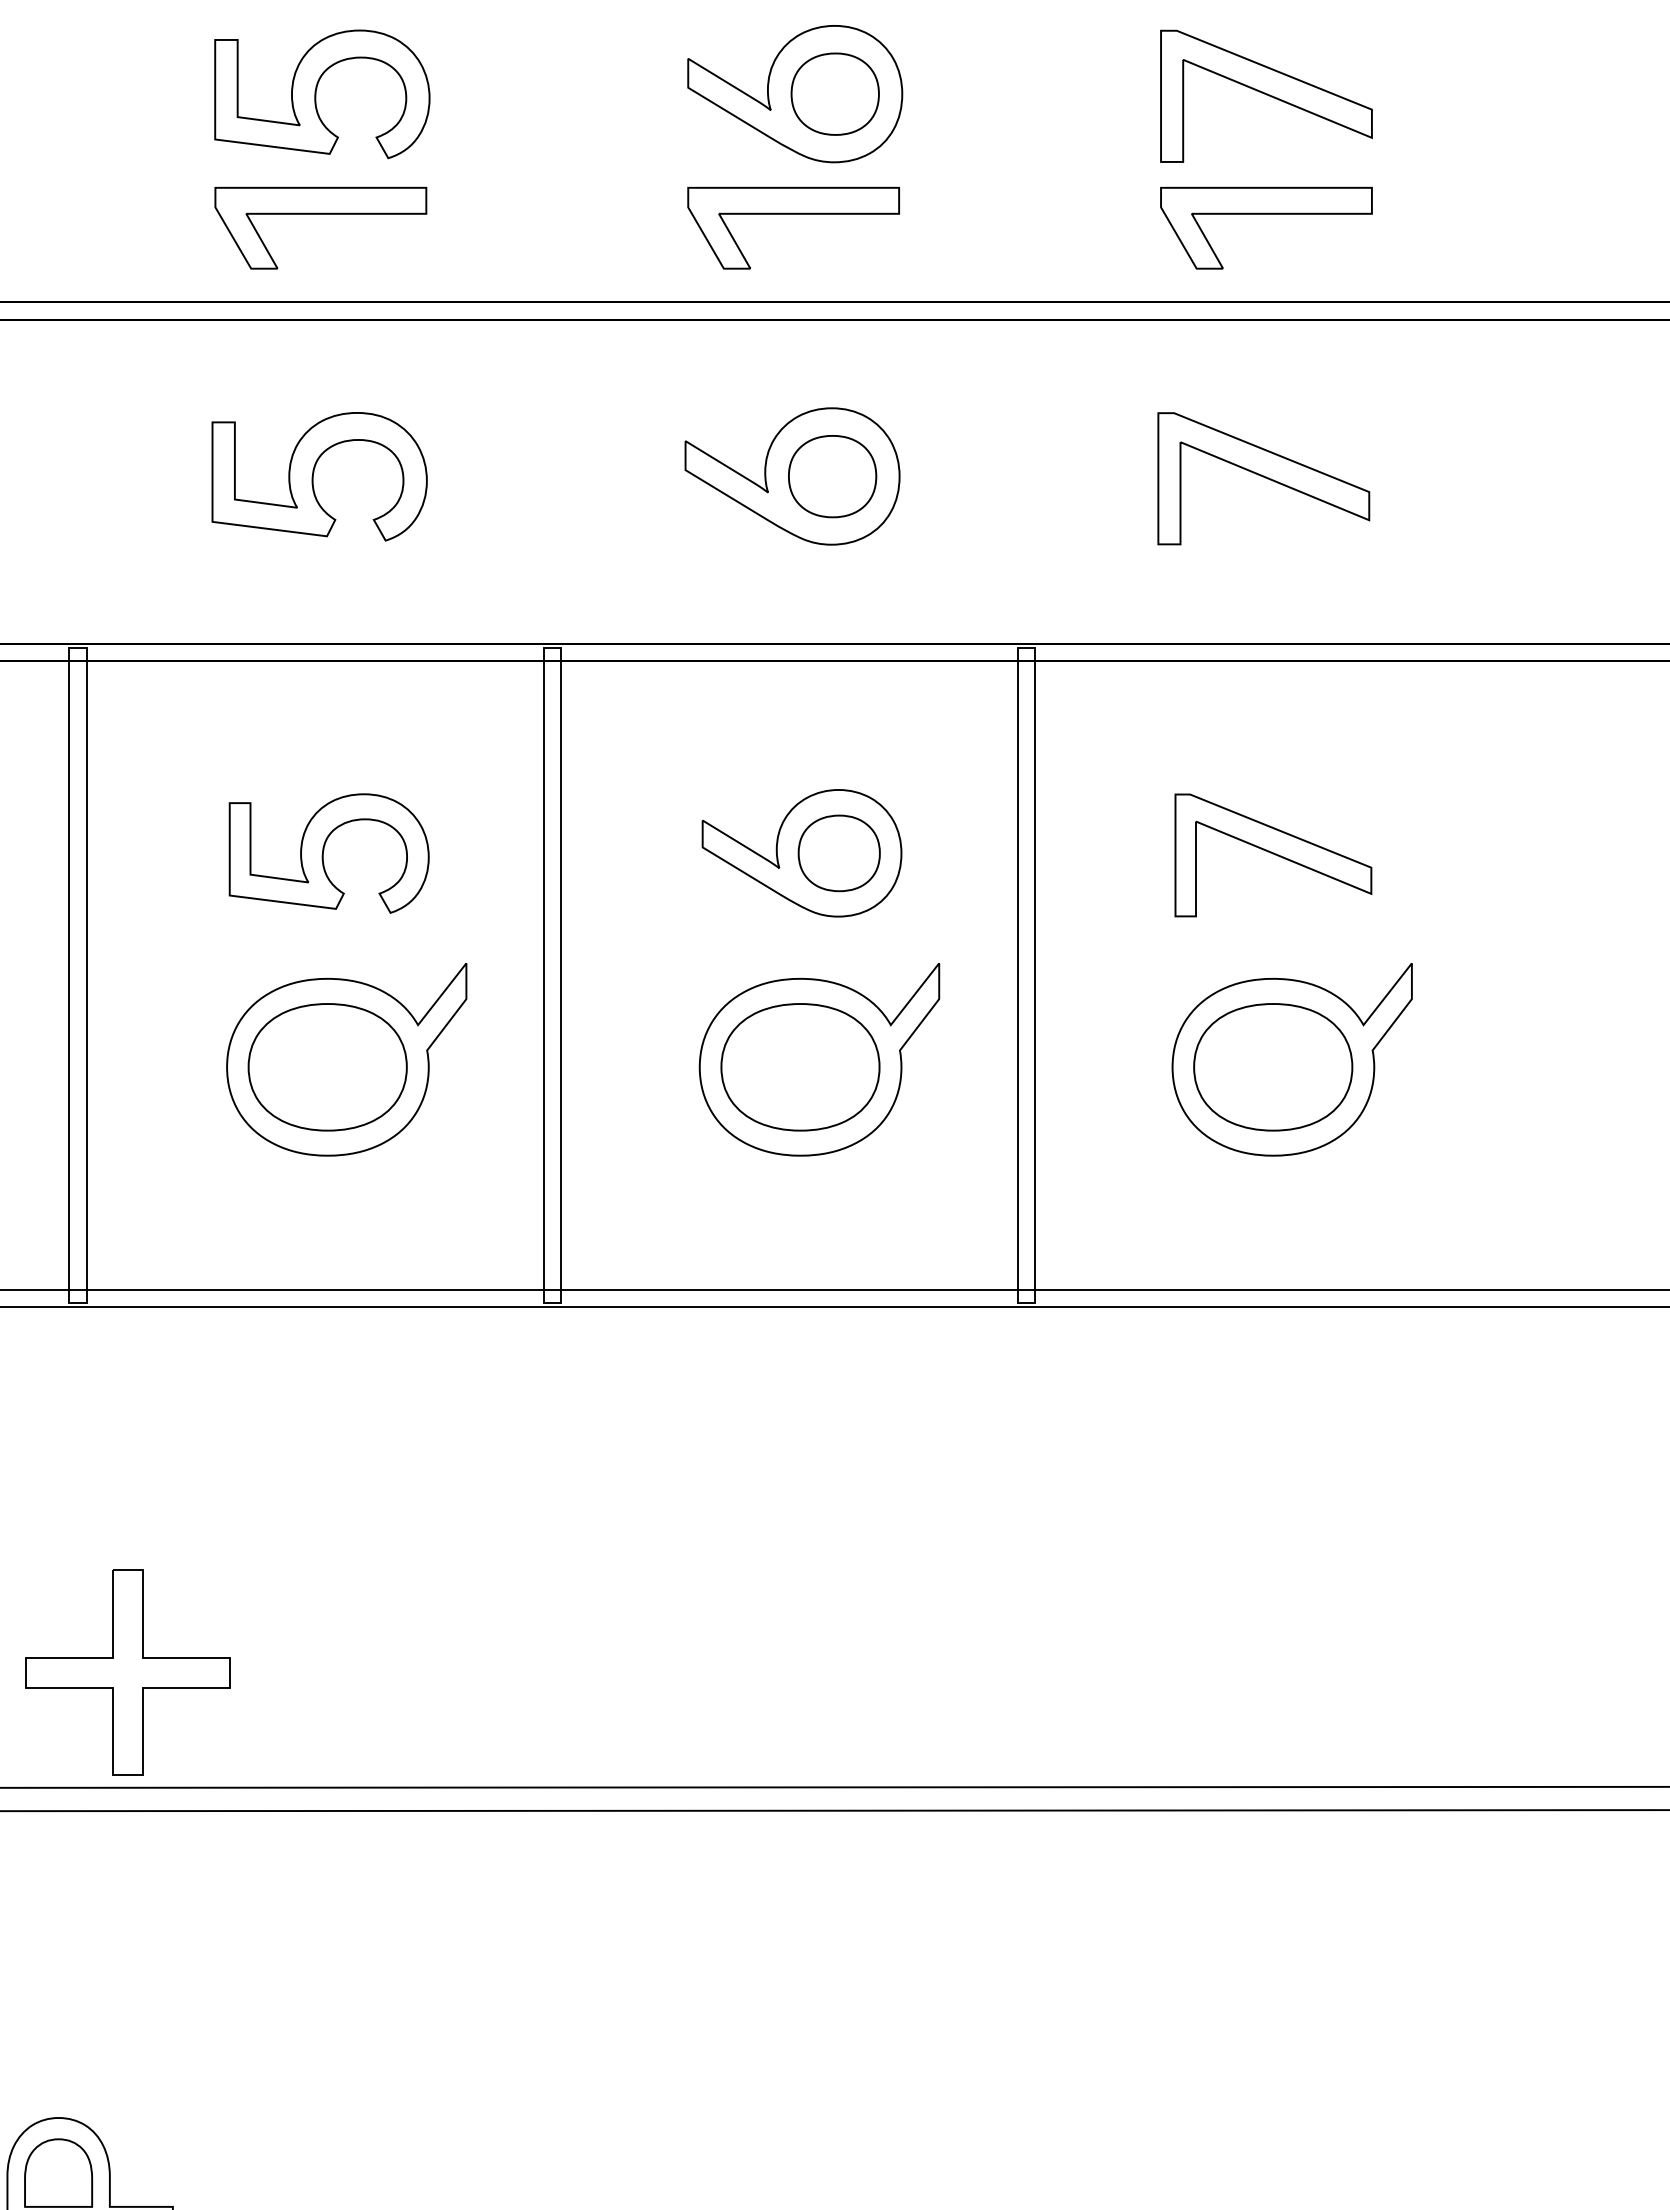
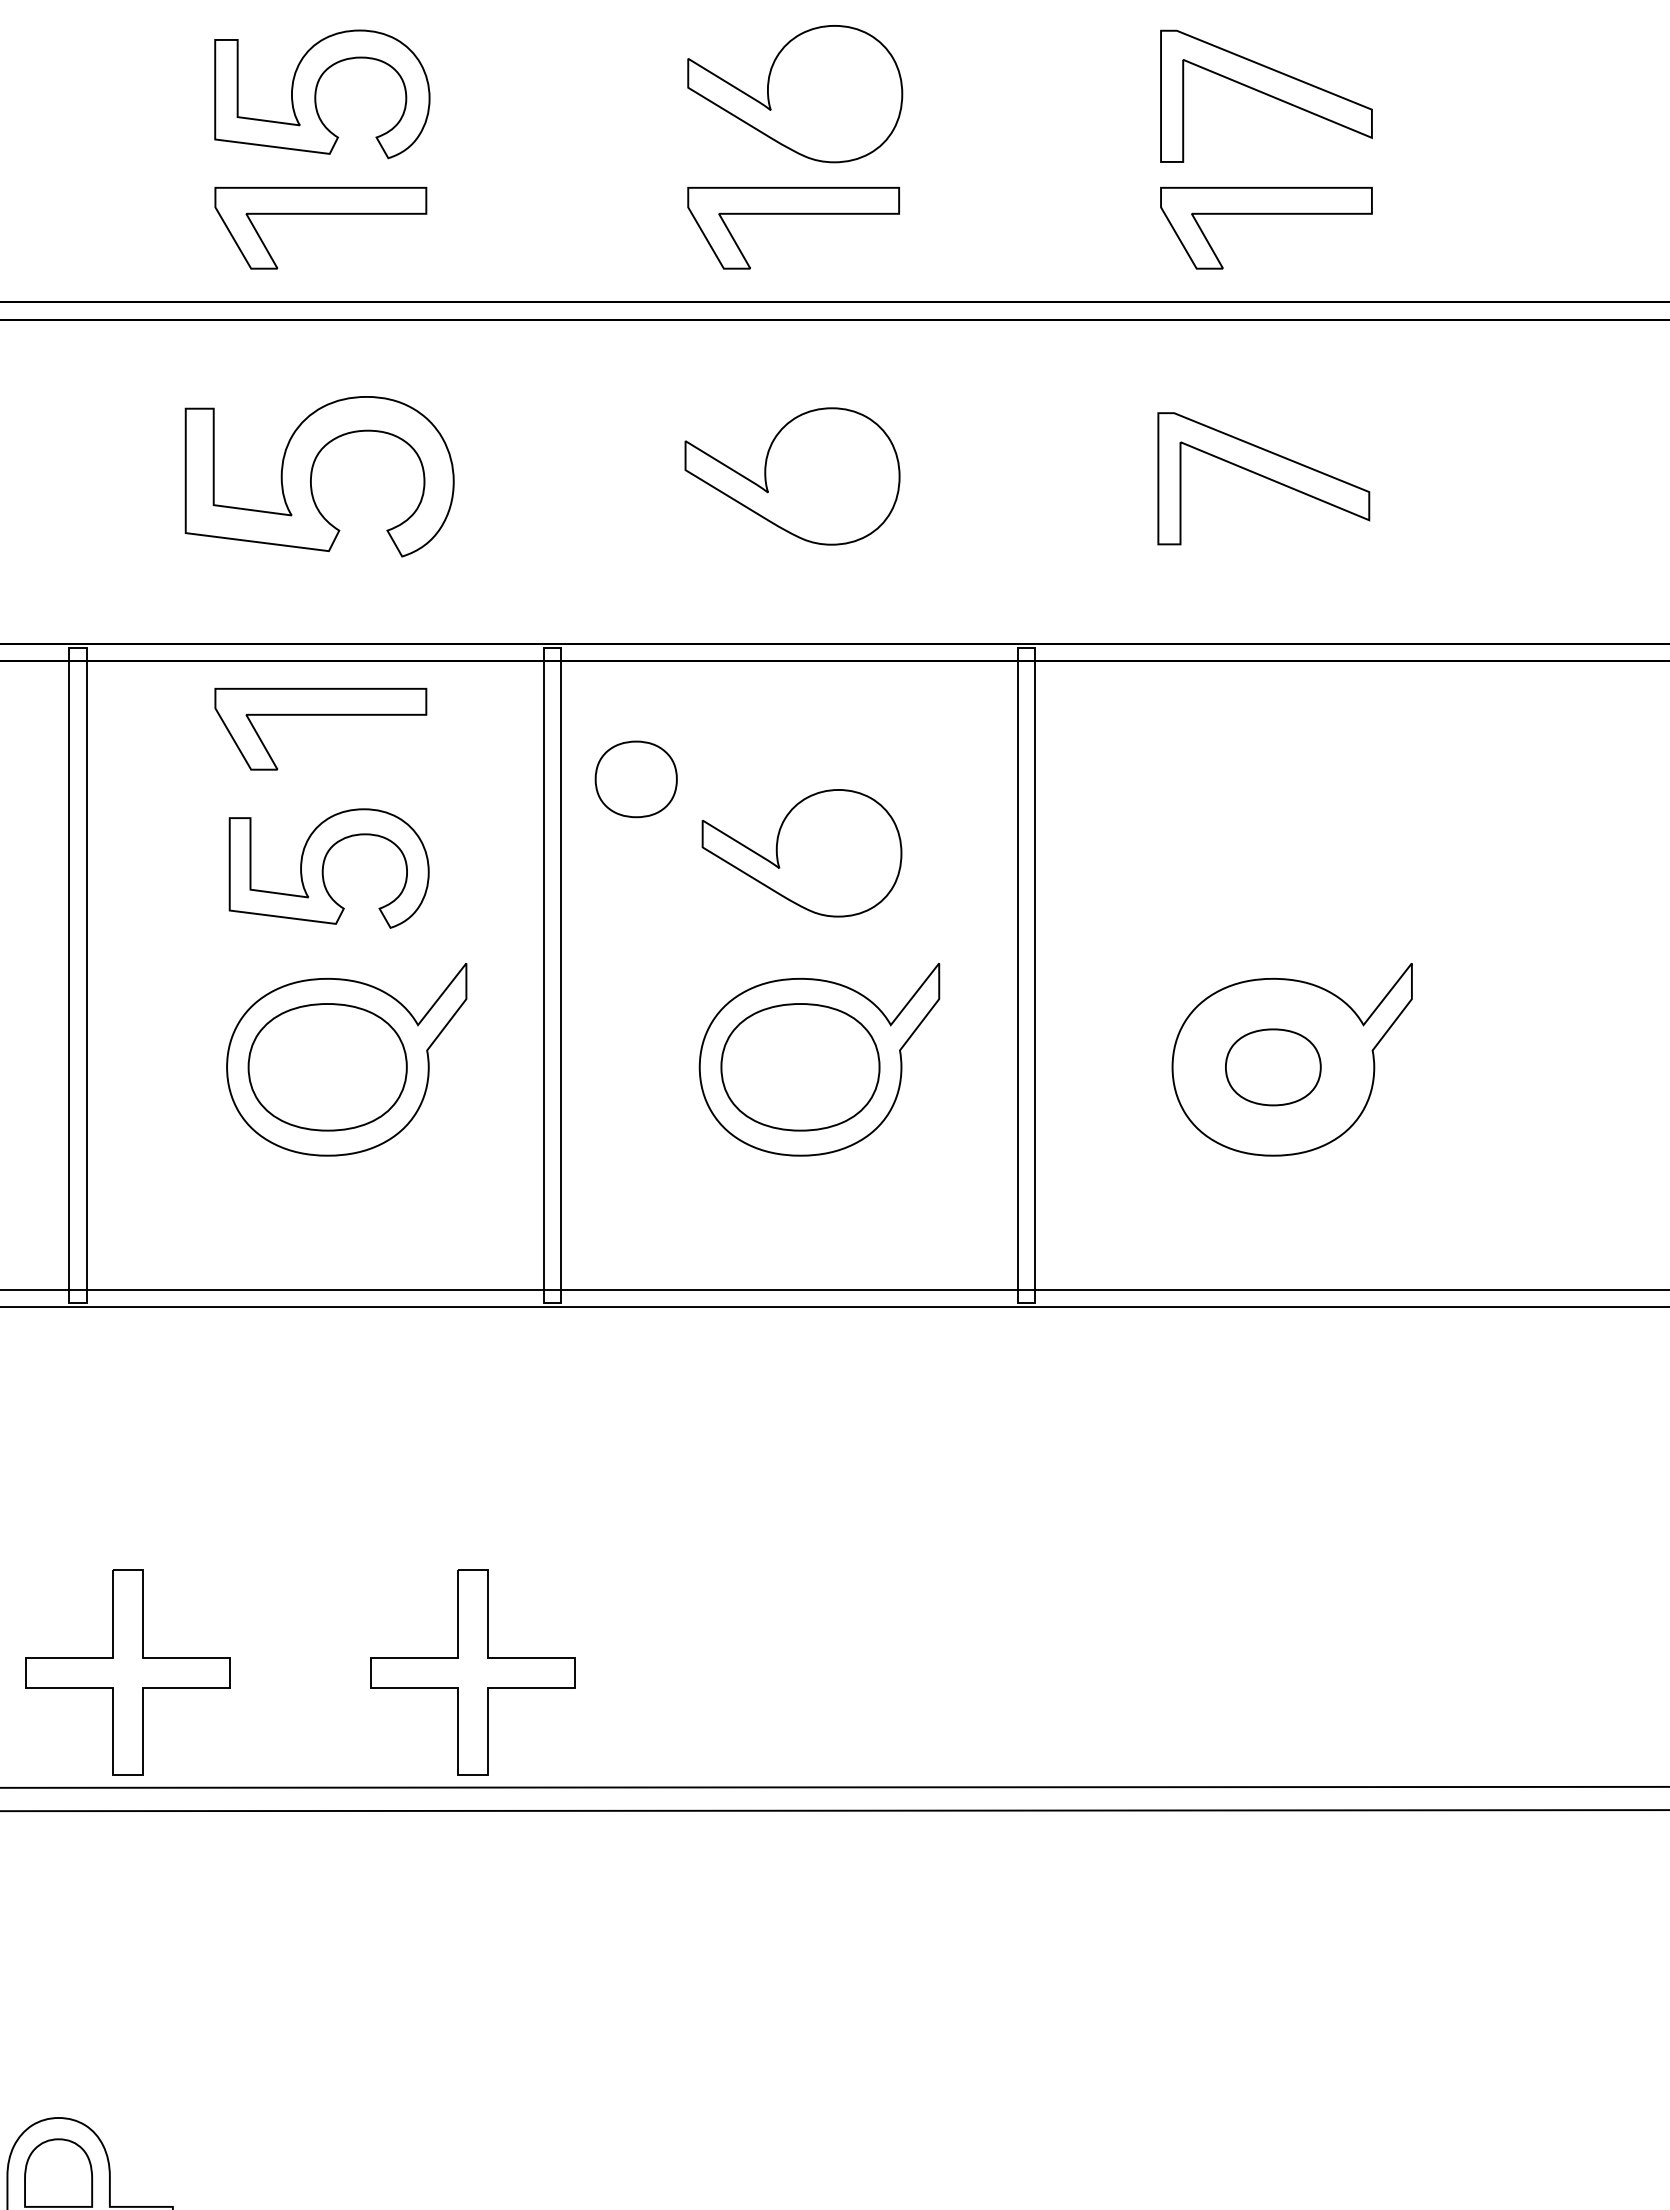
part at (834, 93): present -> none
part at (319, 476) size: 217x130 px -> 271x162 px
part at (832, 476): present -> none
part at (320, 715): none -> present
part at (328, 853) position: (328, 853) -> (328, 868)
part at (838, 853) position: (838, 853) -> (635, 779)
part at (1273, 855): present -> none
part at (1273, 1067) size: 161x129 px -> 97x79 px
part at (472, 1672): none -> present
